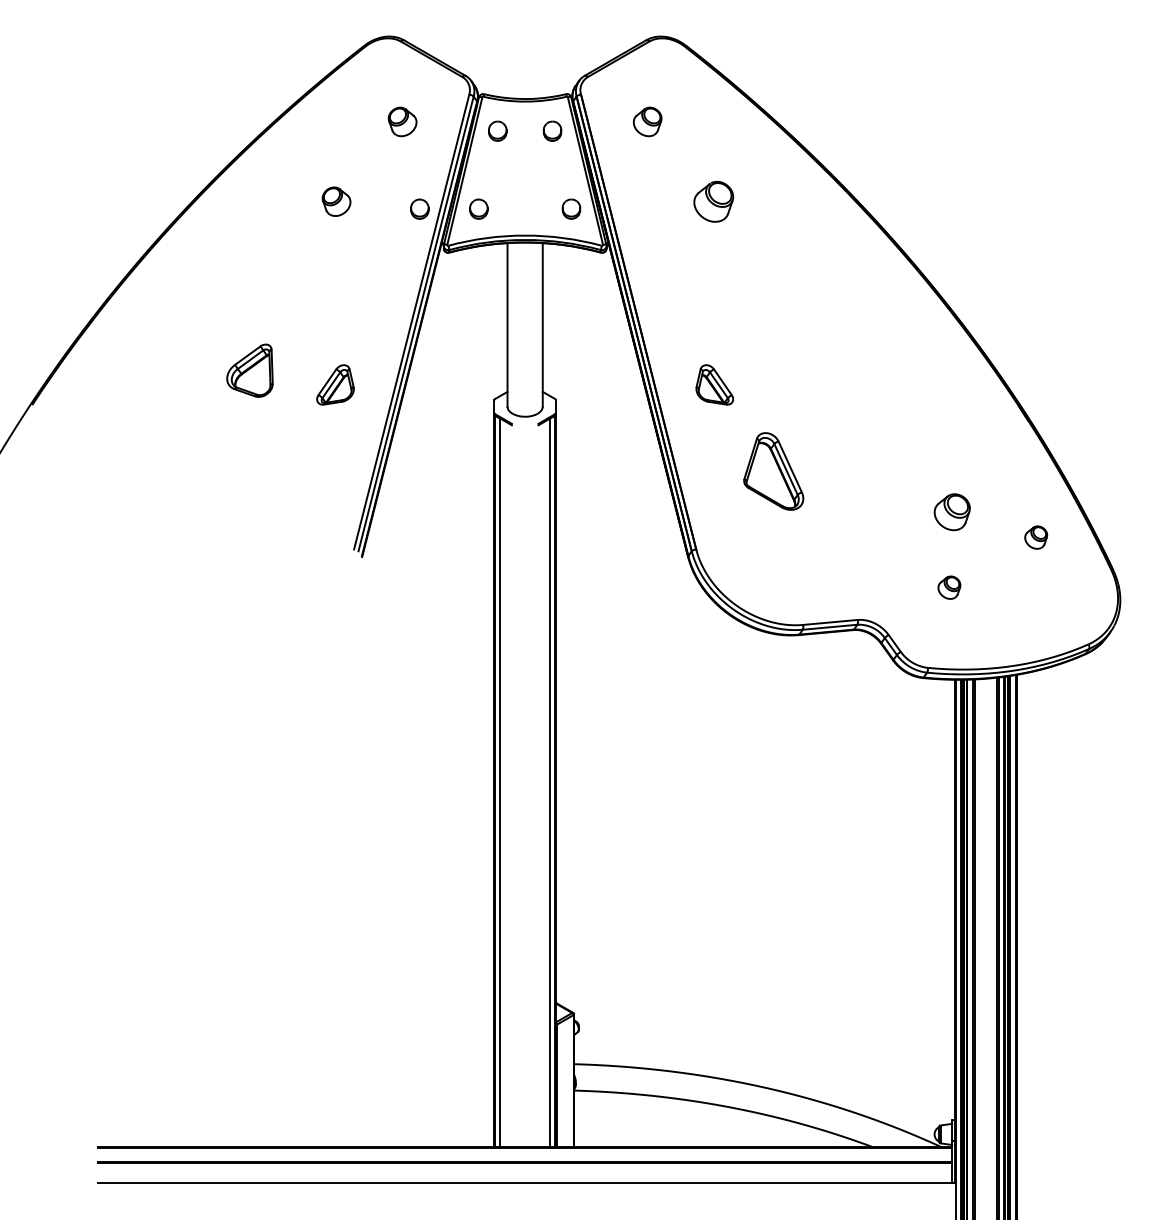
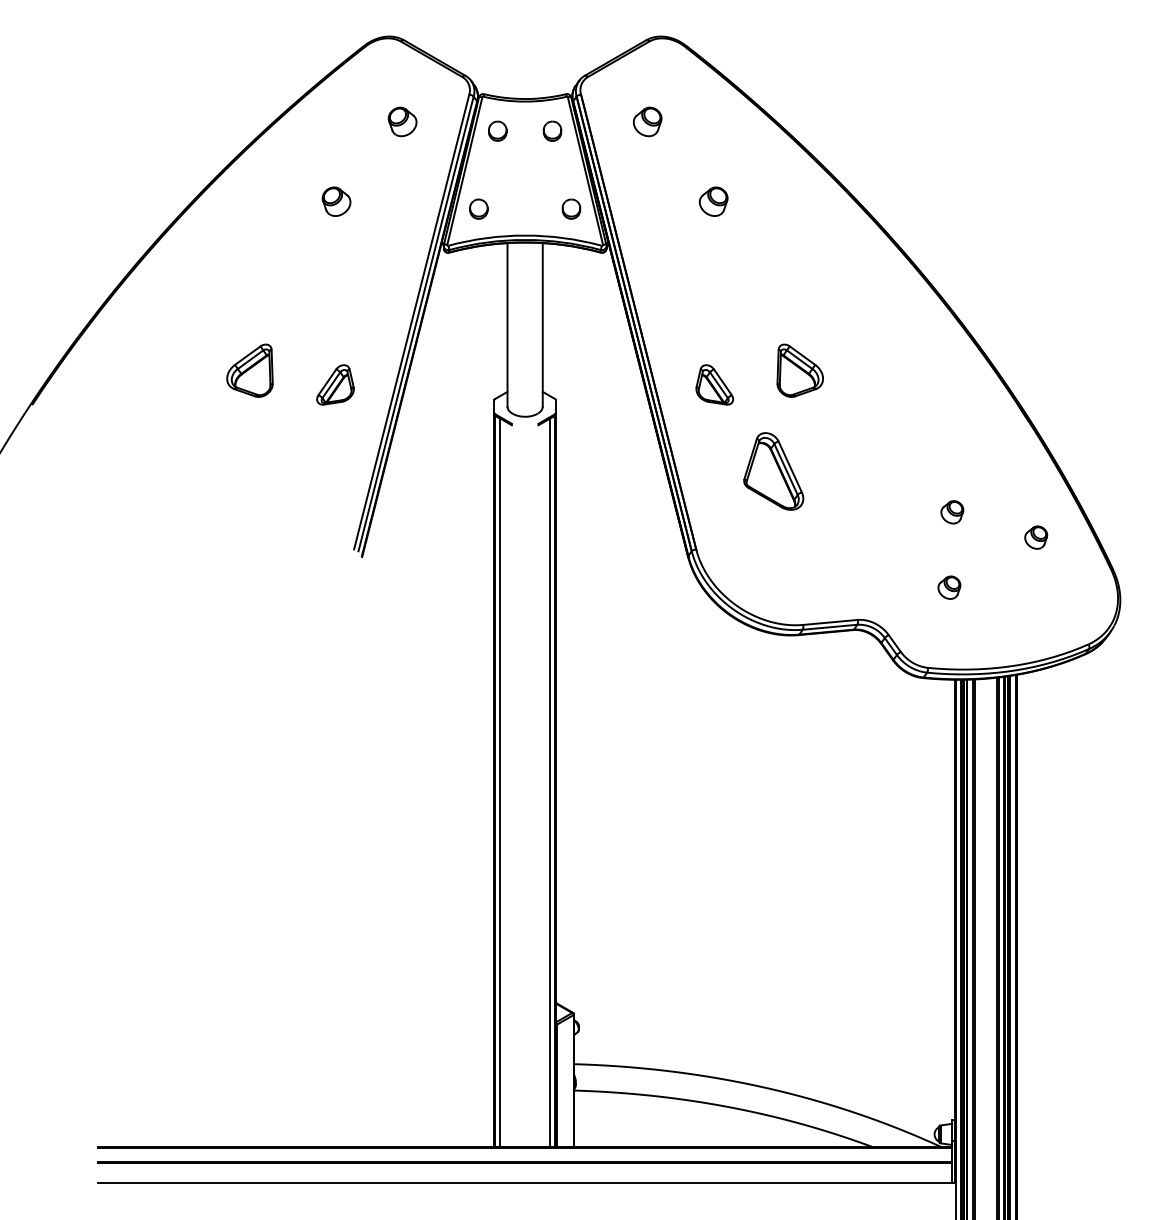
part at (713, 201) size: 42x42 px -> 31x31 px
part at (419, 208): present -> none
part at (799, 370): none -> present
part at (951, 512) size: 38x39 px -> 25x25 px
